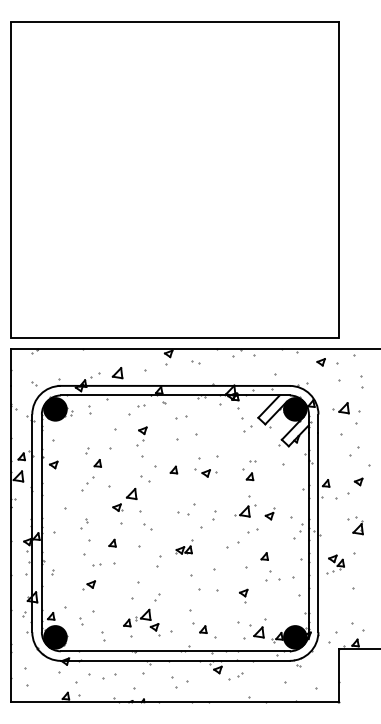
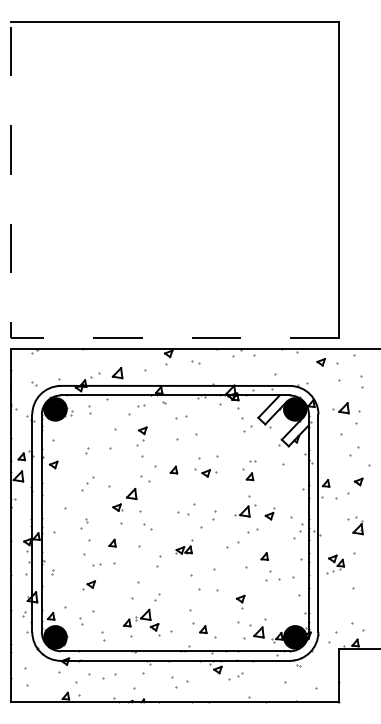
line at (16, 338): solid -> dashed
part at (97, 463): present -> none
part at (243, 595) position: (243, 595) -> (240, 601)
